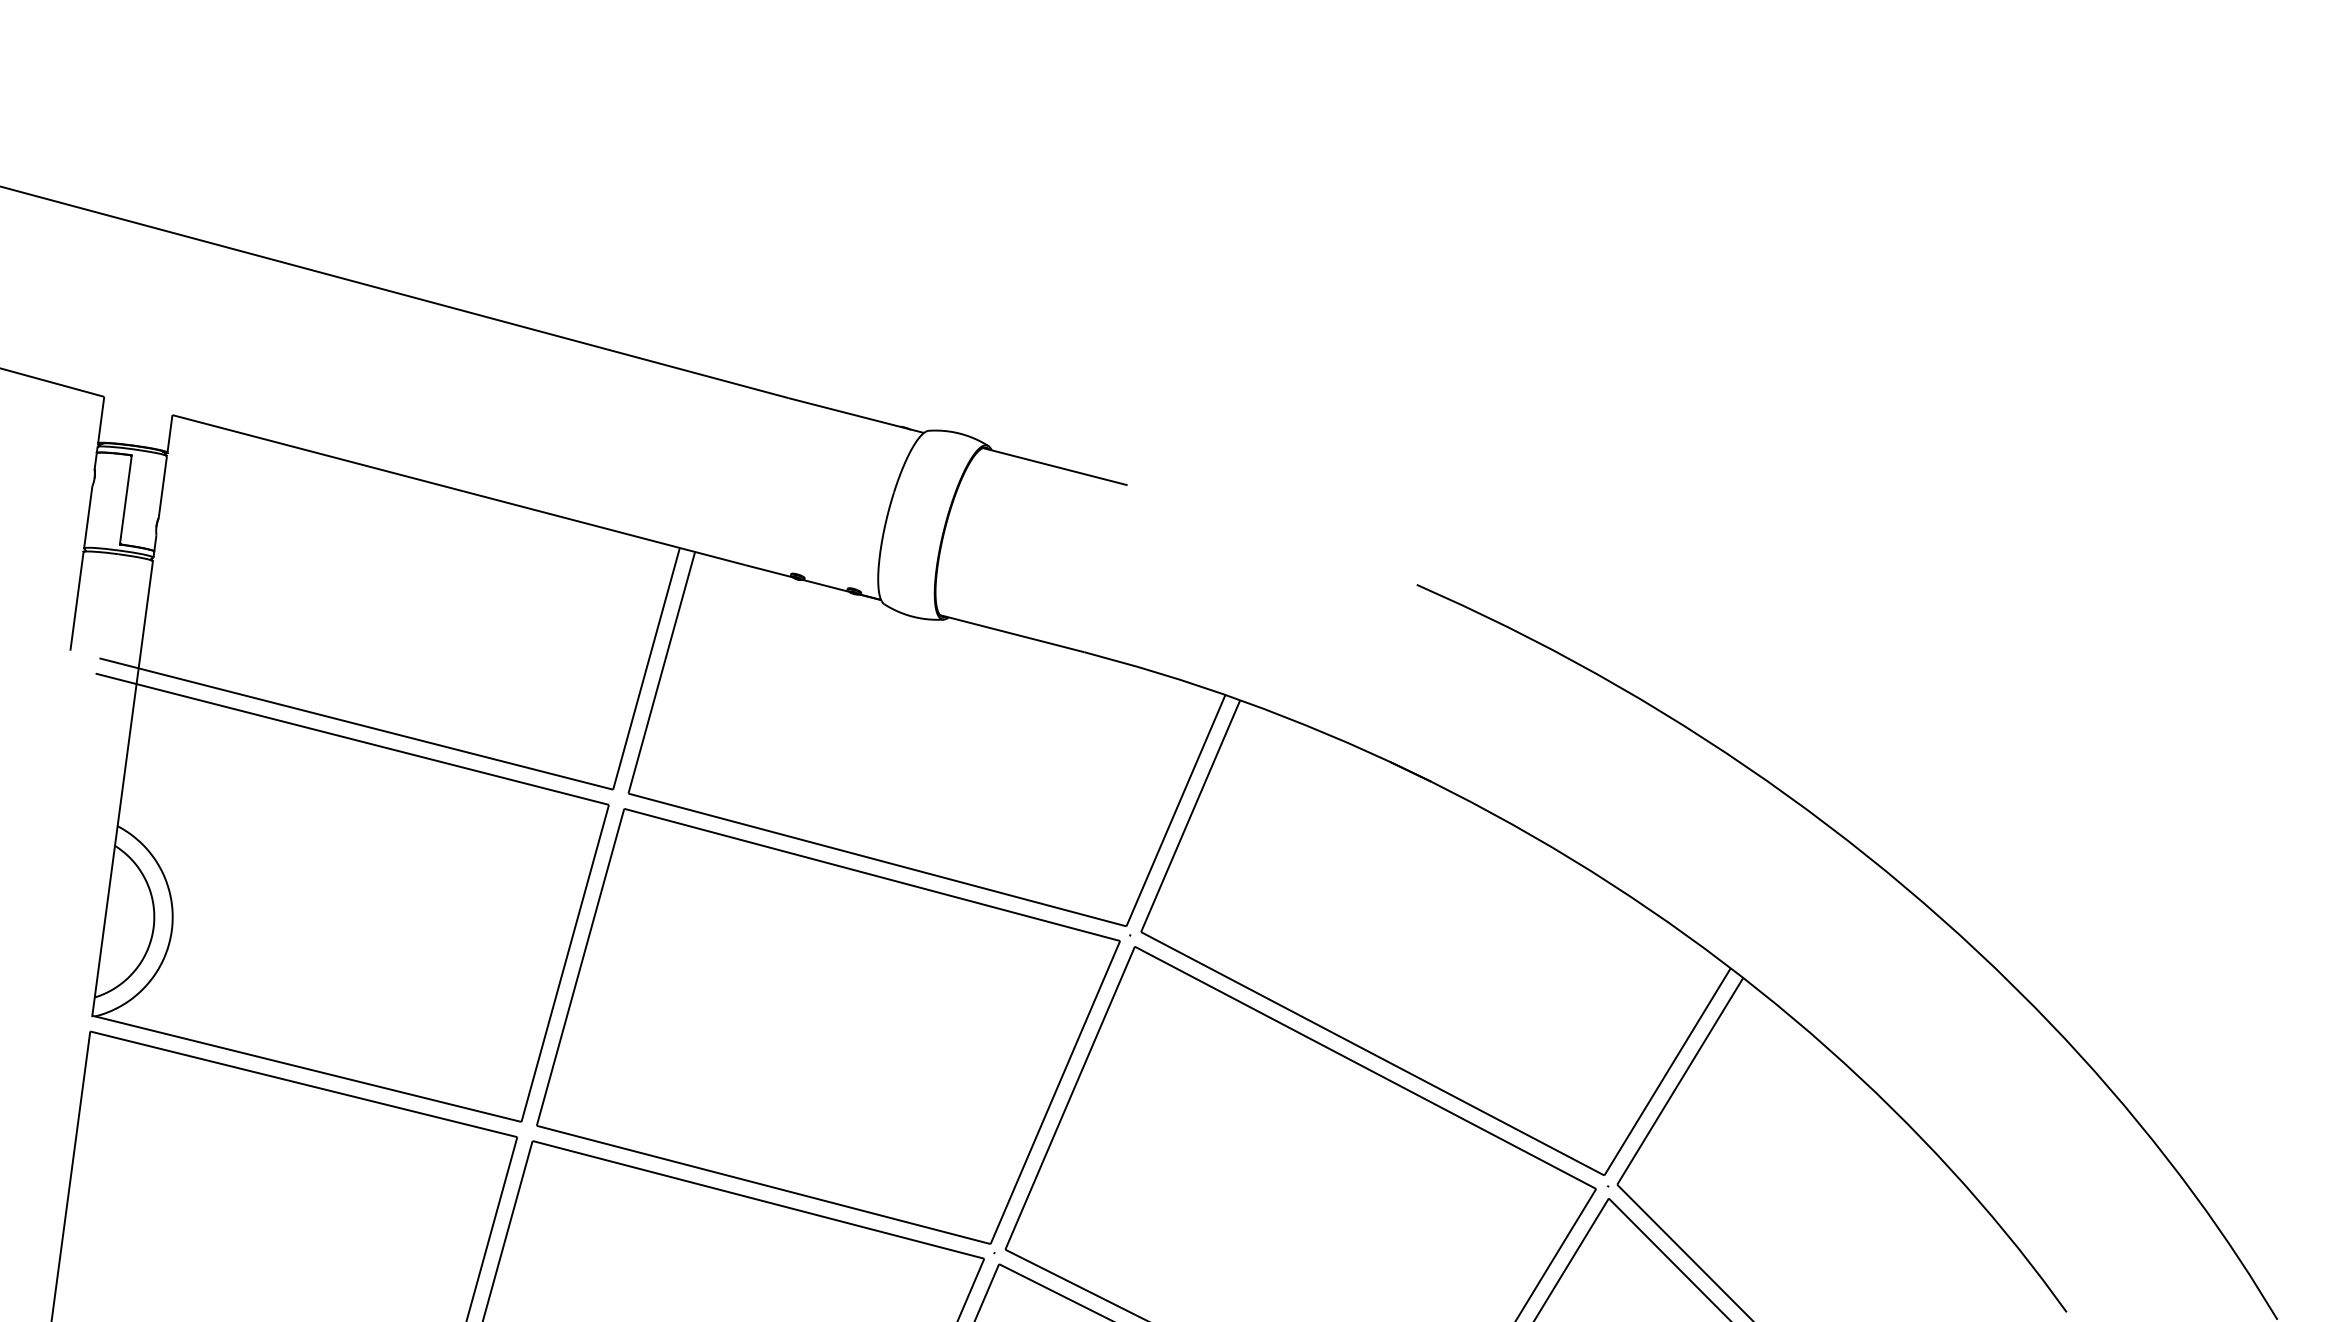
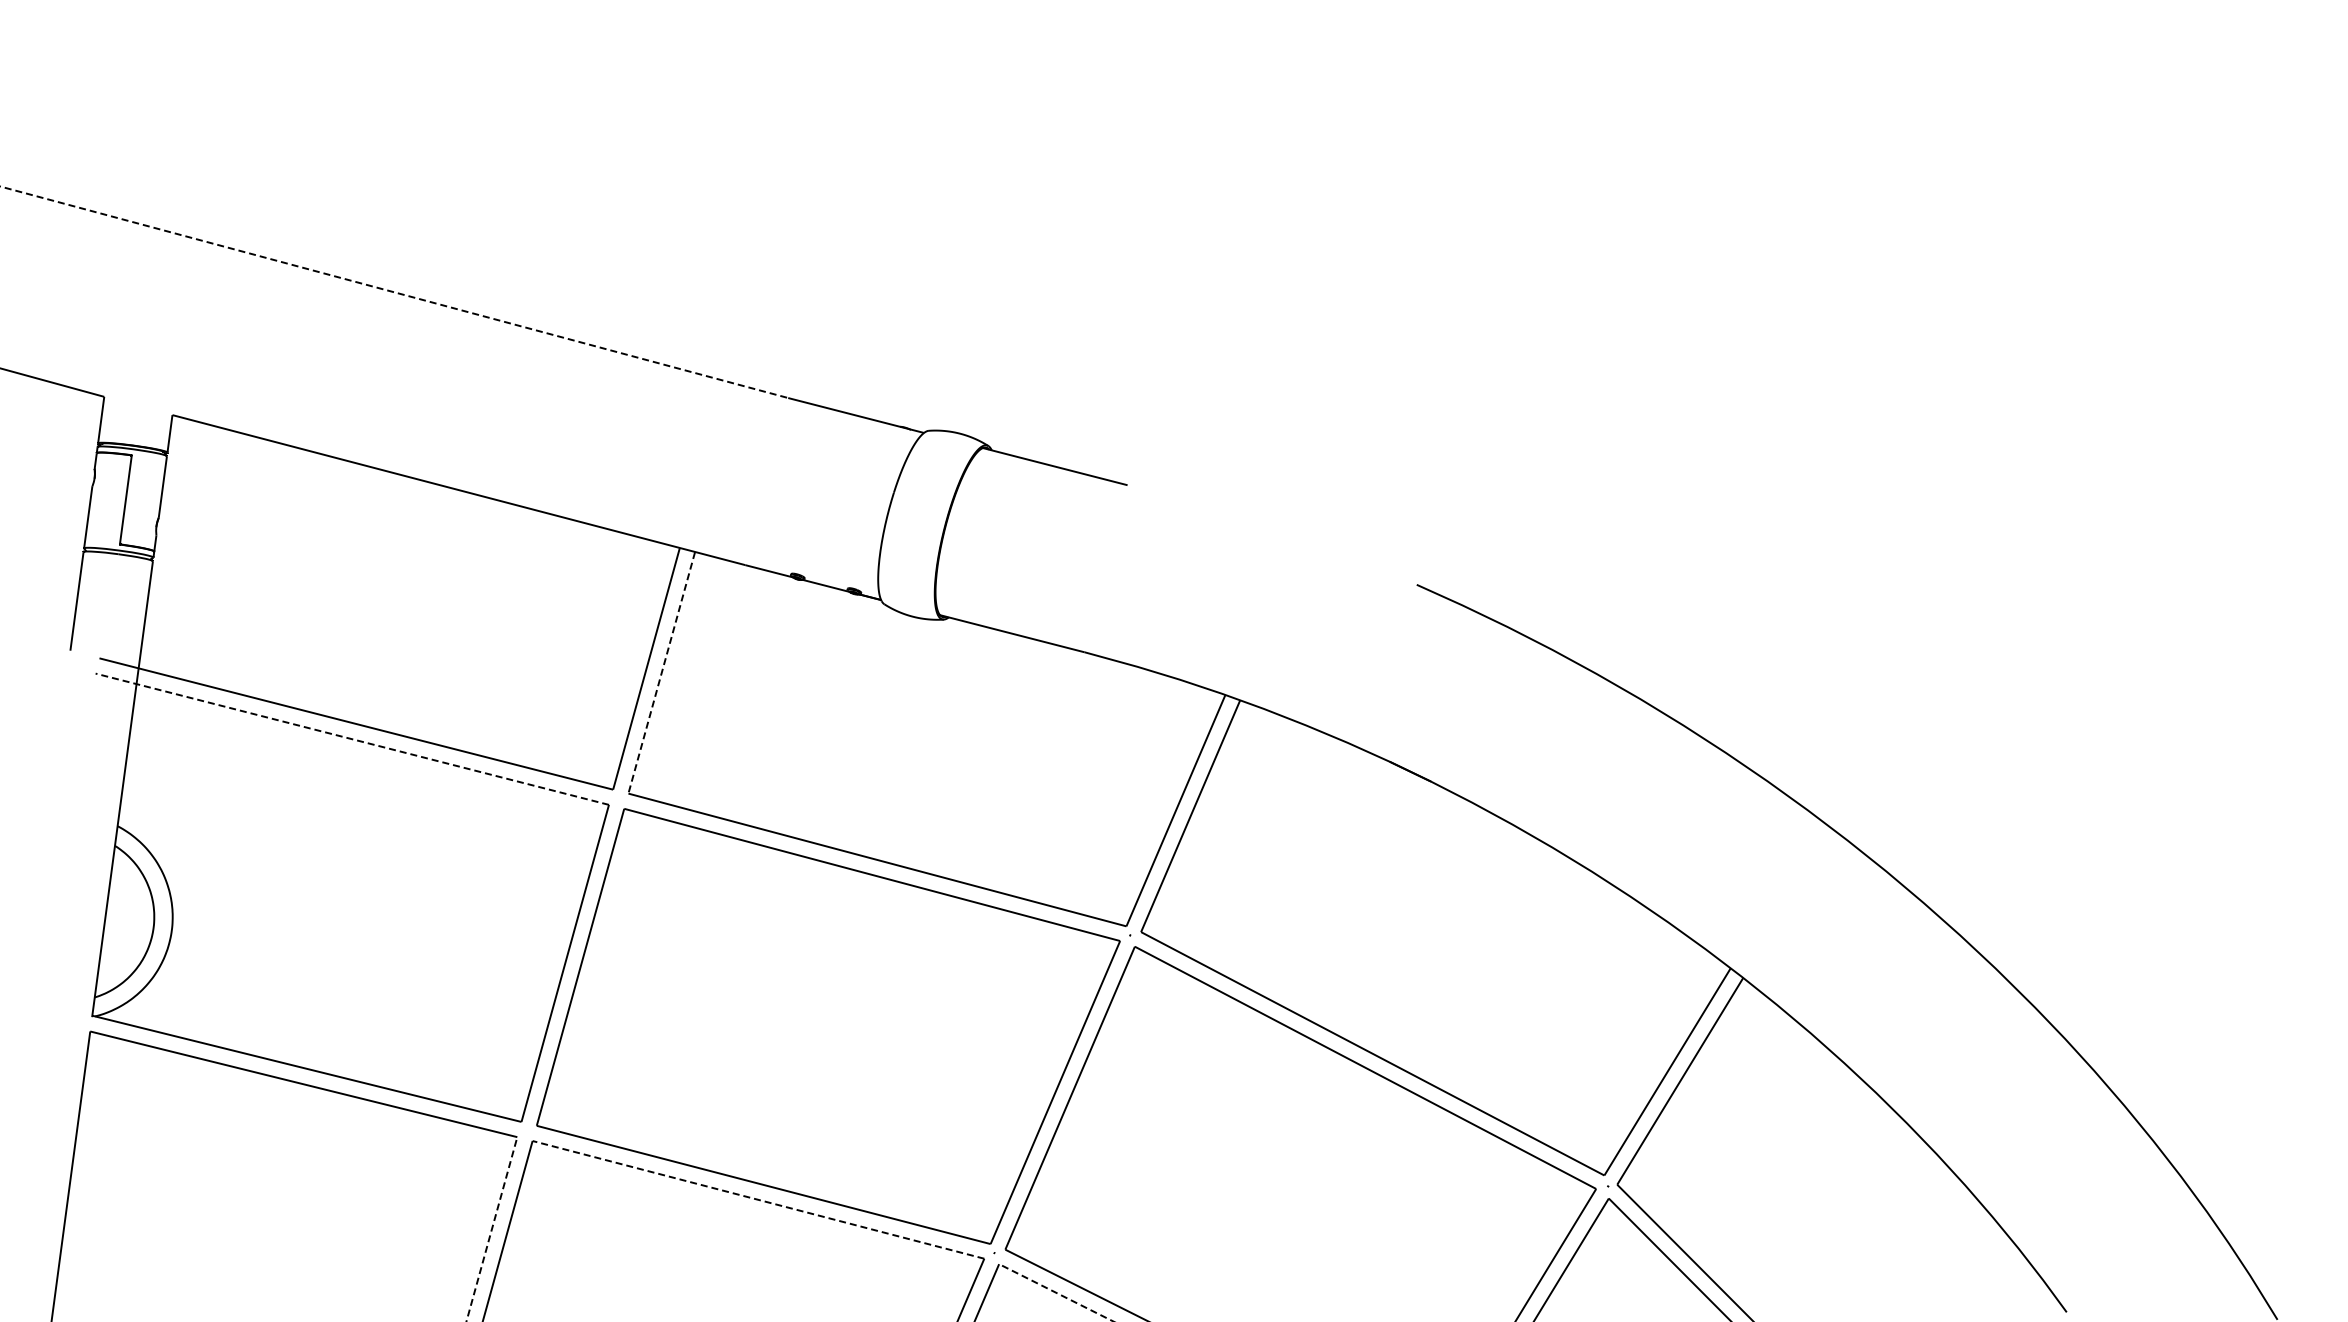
line at (394, 292): solid -> dashed
line at (661, 673): solid -> dashed
line at (352, 739): solid -> dashed
line at (758, 1199): solid -> dashed
line at (492, 1228): solid -> dashed
line at (1056, 1292): solid -> dashed
